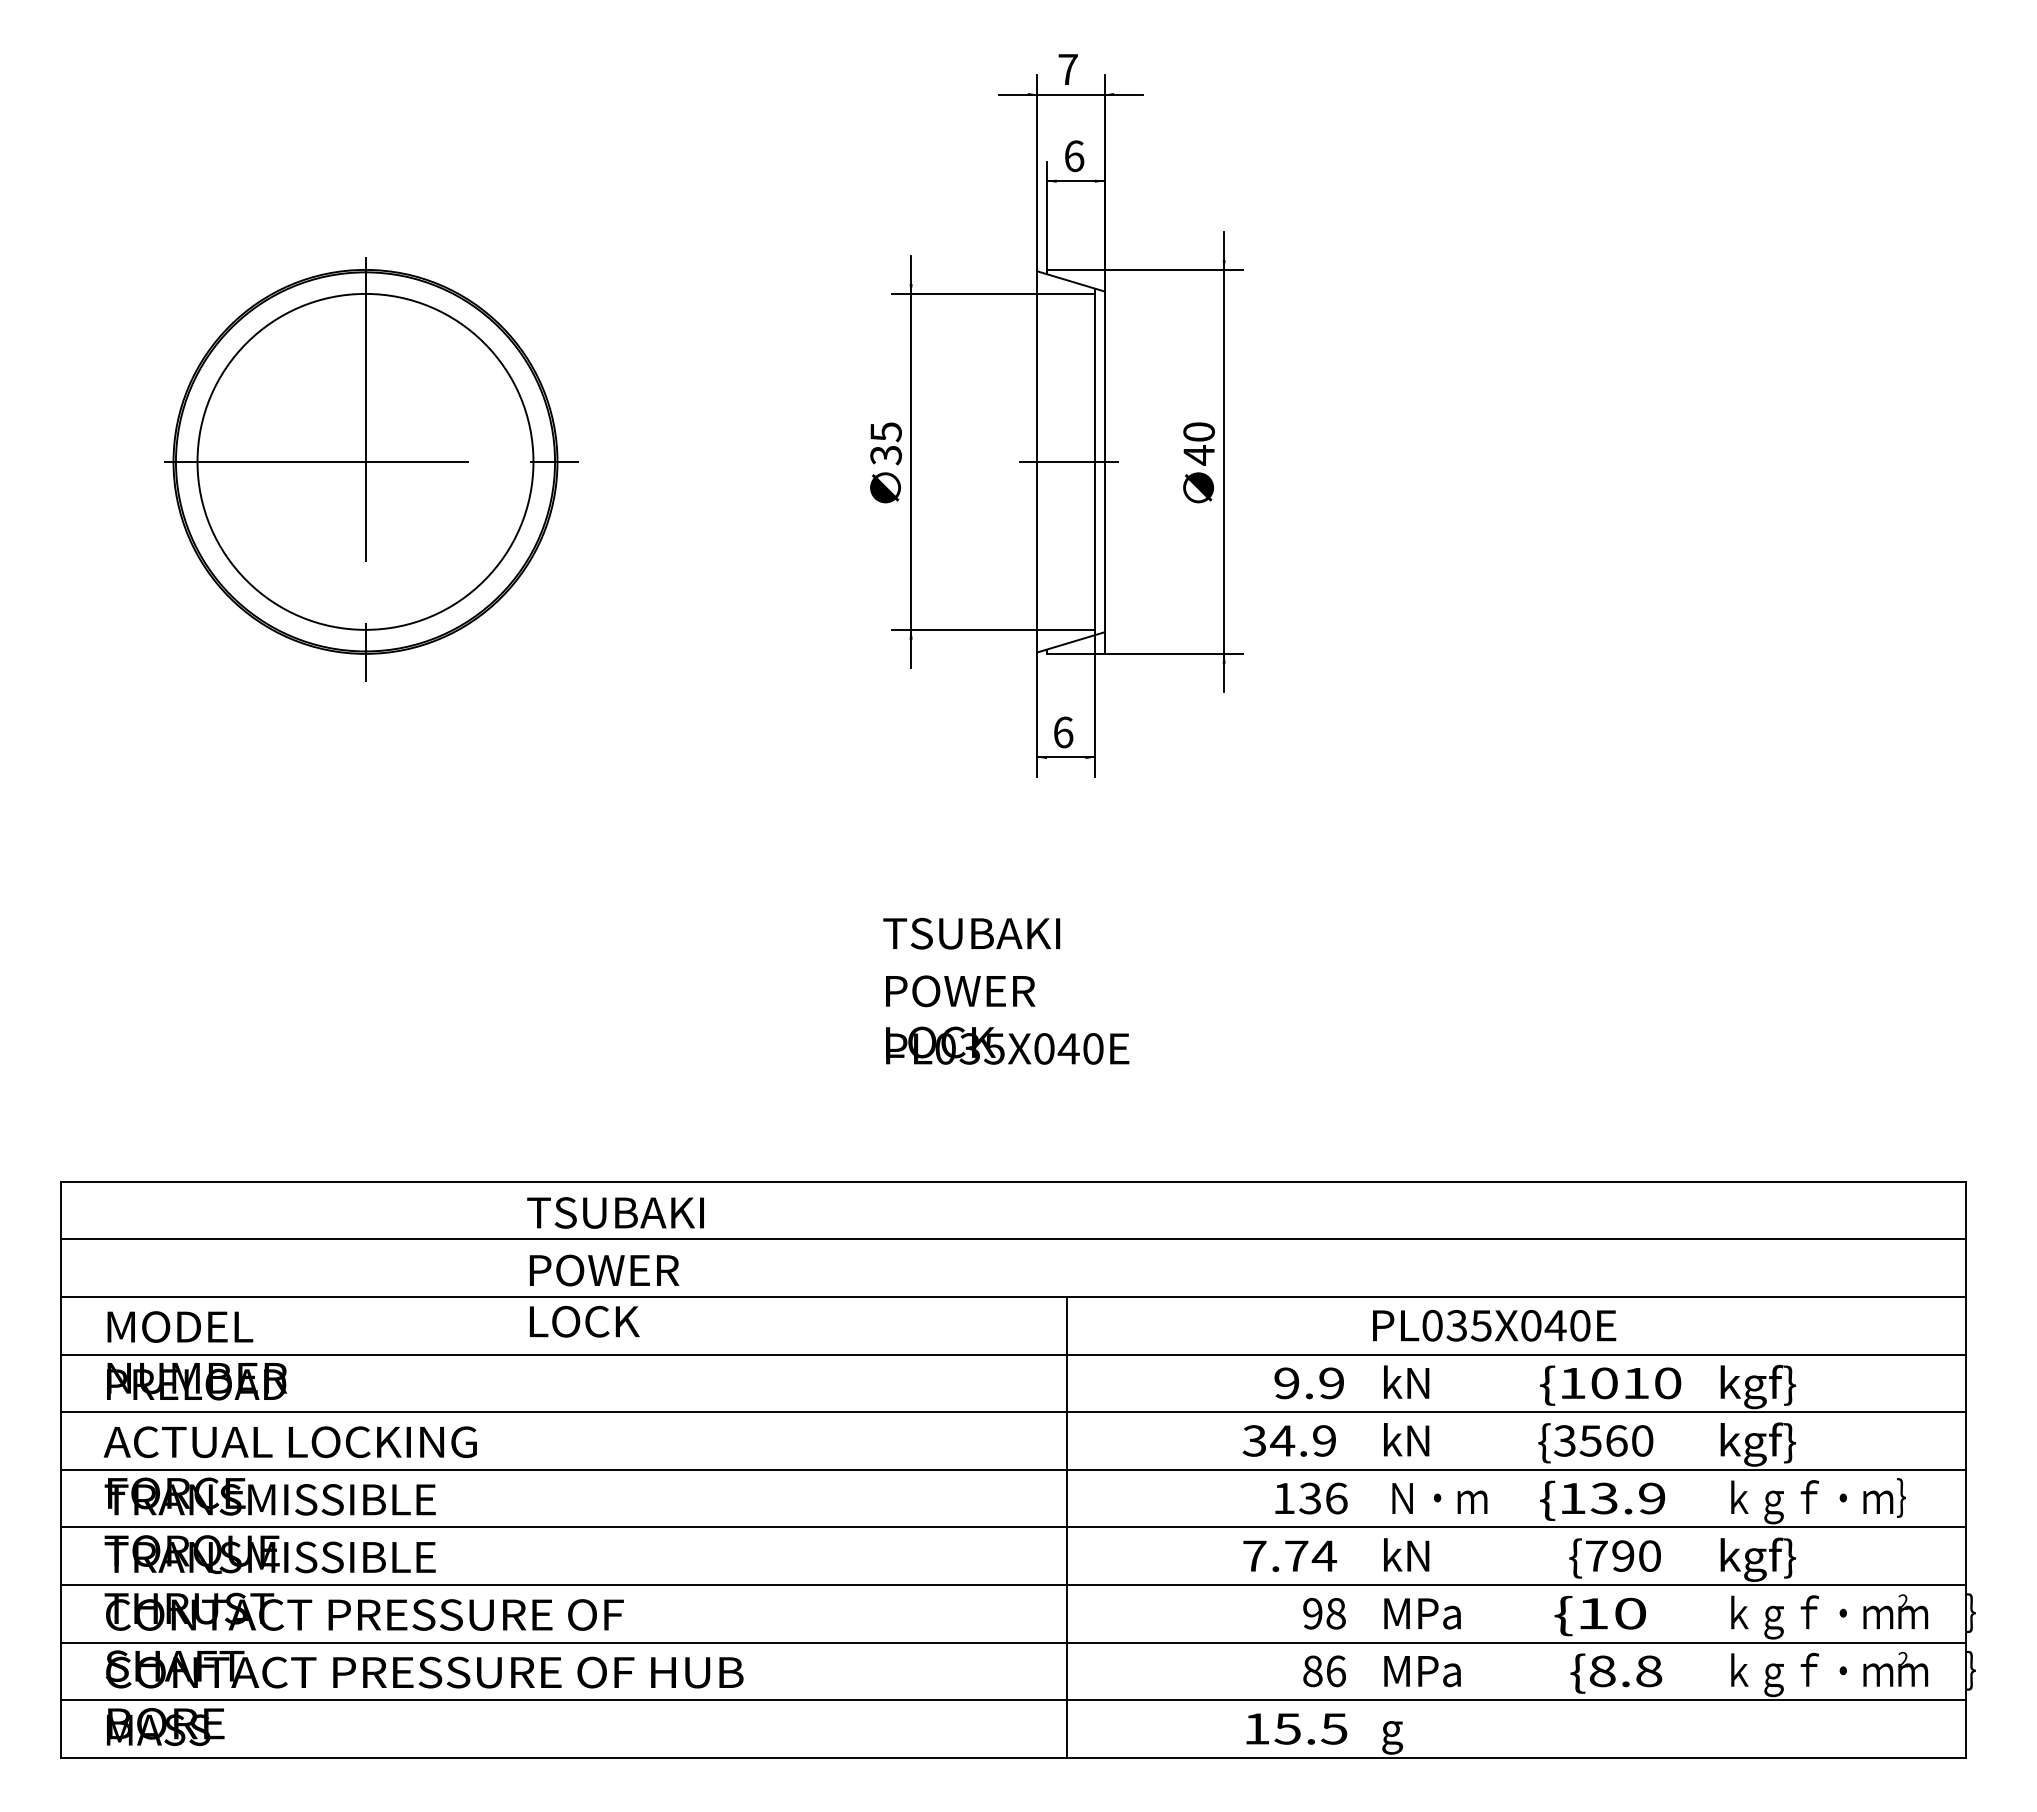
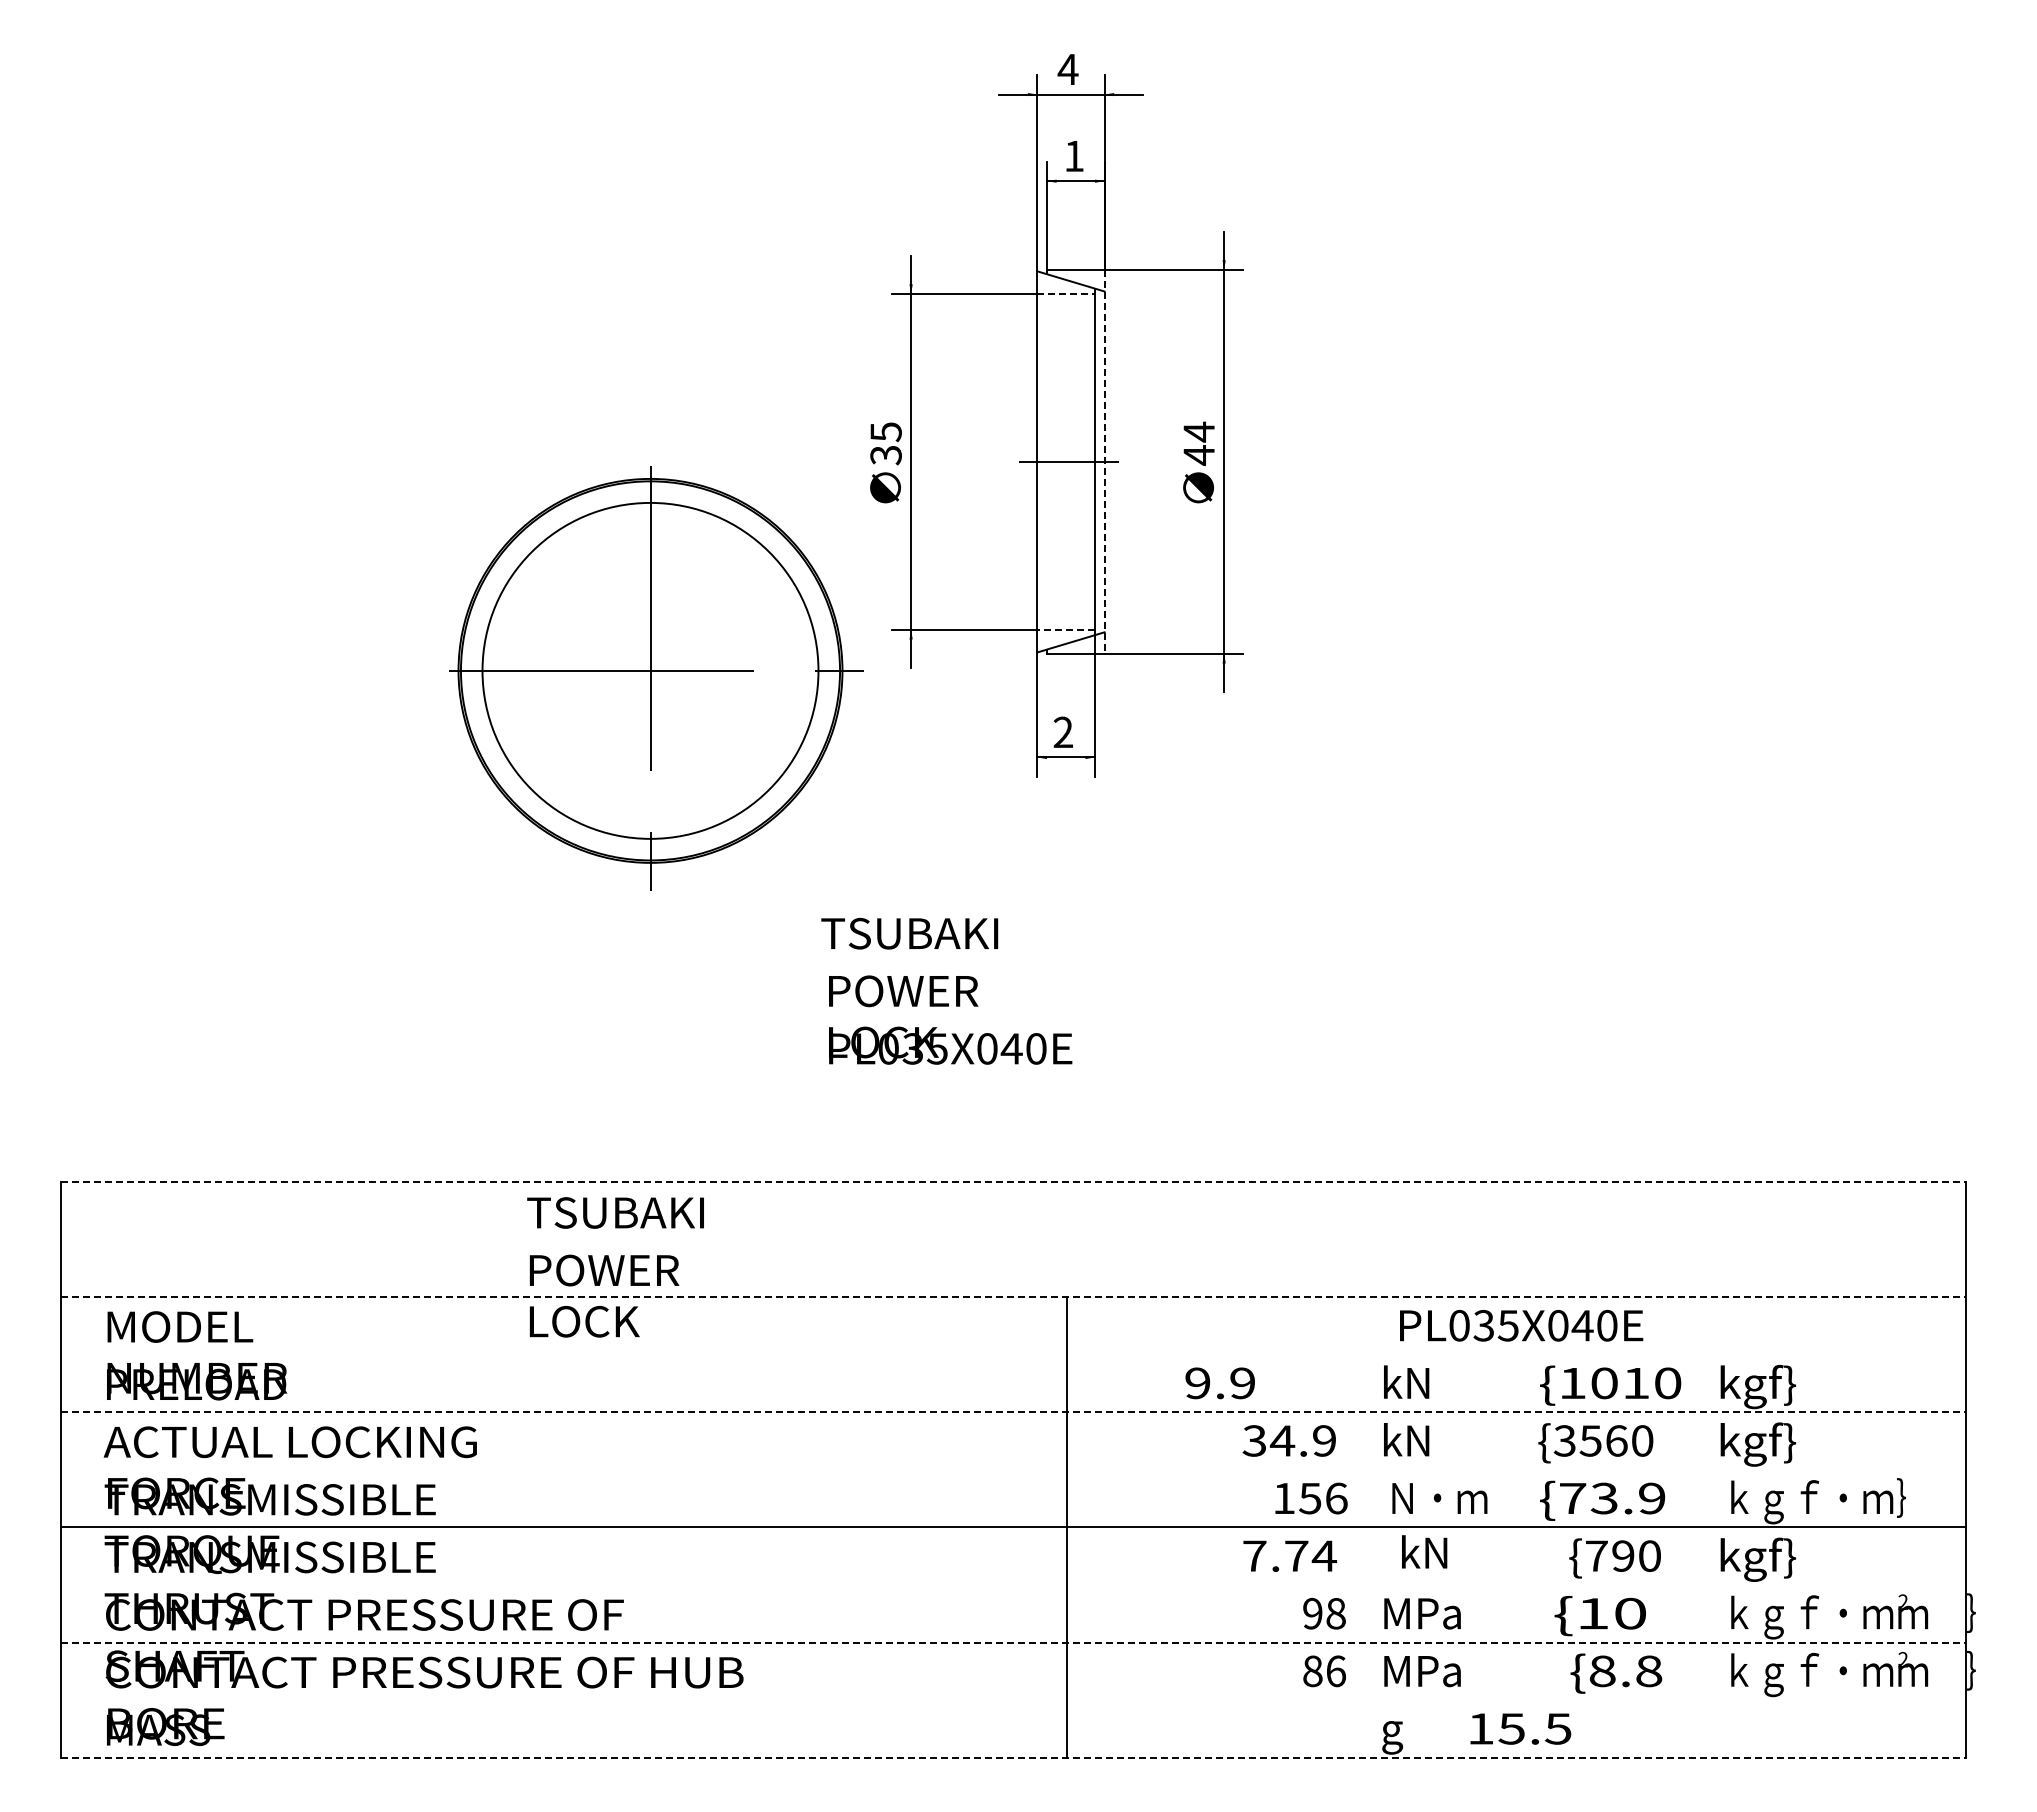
text at (1067, 69): 7 -> 4
text at (1074, 156): 6 -> 1
line at (1066, 293): solid -> dashed
text at (1198, 431): 40 -> 44
line at (1104, 461): solid -> dashed
part at (371, 469) position: (371, 469) -> (656, 678)
line at (1066, 629): solid -> dashed
text at (1063, 732): 6 -> 2
text at (971, 933) position: (971, 933) -> (909, 933)
text at (1007, 1019) position: (1007, 1019) -> (950, 1019)
line at (1013, 1181): solid -> dashed
line at (1013, 1239): present -> none
line at (1013, 1297): solid -> dashed
text at (1494, 1325) position: (1494, 1325) -> (1521, 1325)
line at (1013, 1354): present -> none
text at (1308, 1383) position: (1308, 1383) -> (1219, 1383)
line at (1013, 1412): solid -> dashed
line at (1013, 1469): present -> none
text at (1310, 1497): 136 -> 156
text at (1573, 1498): 13.9 -> 73.9
text at (1406, 1554) position: (1406, 1554) -> (1424, 1551)
line at (1013, 1584): present -> none
line at (1013, 1642): solid -> dashed
line at (1013, 1700): present -> none
text at (1296, 1728) position: (1296, 1728) -> (1520, 1728)
line at (1013, 1757): solid -> dashed
